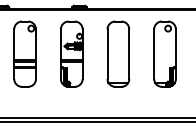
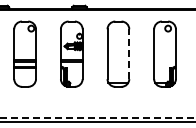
line at (129, 54): solid -> dashed
line at (97, 117): solid -> dashed
